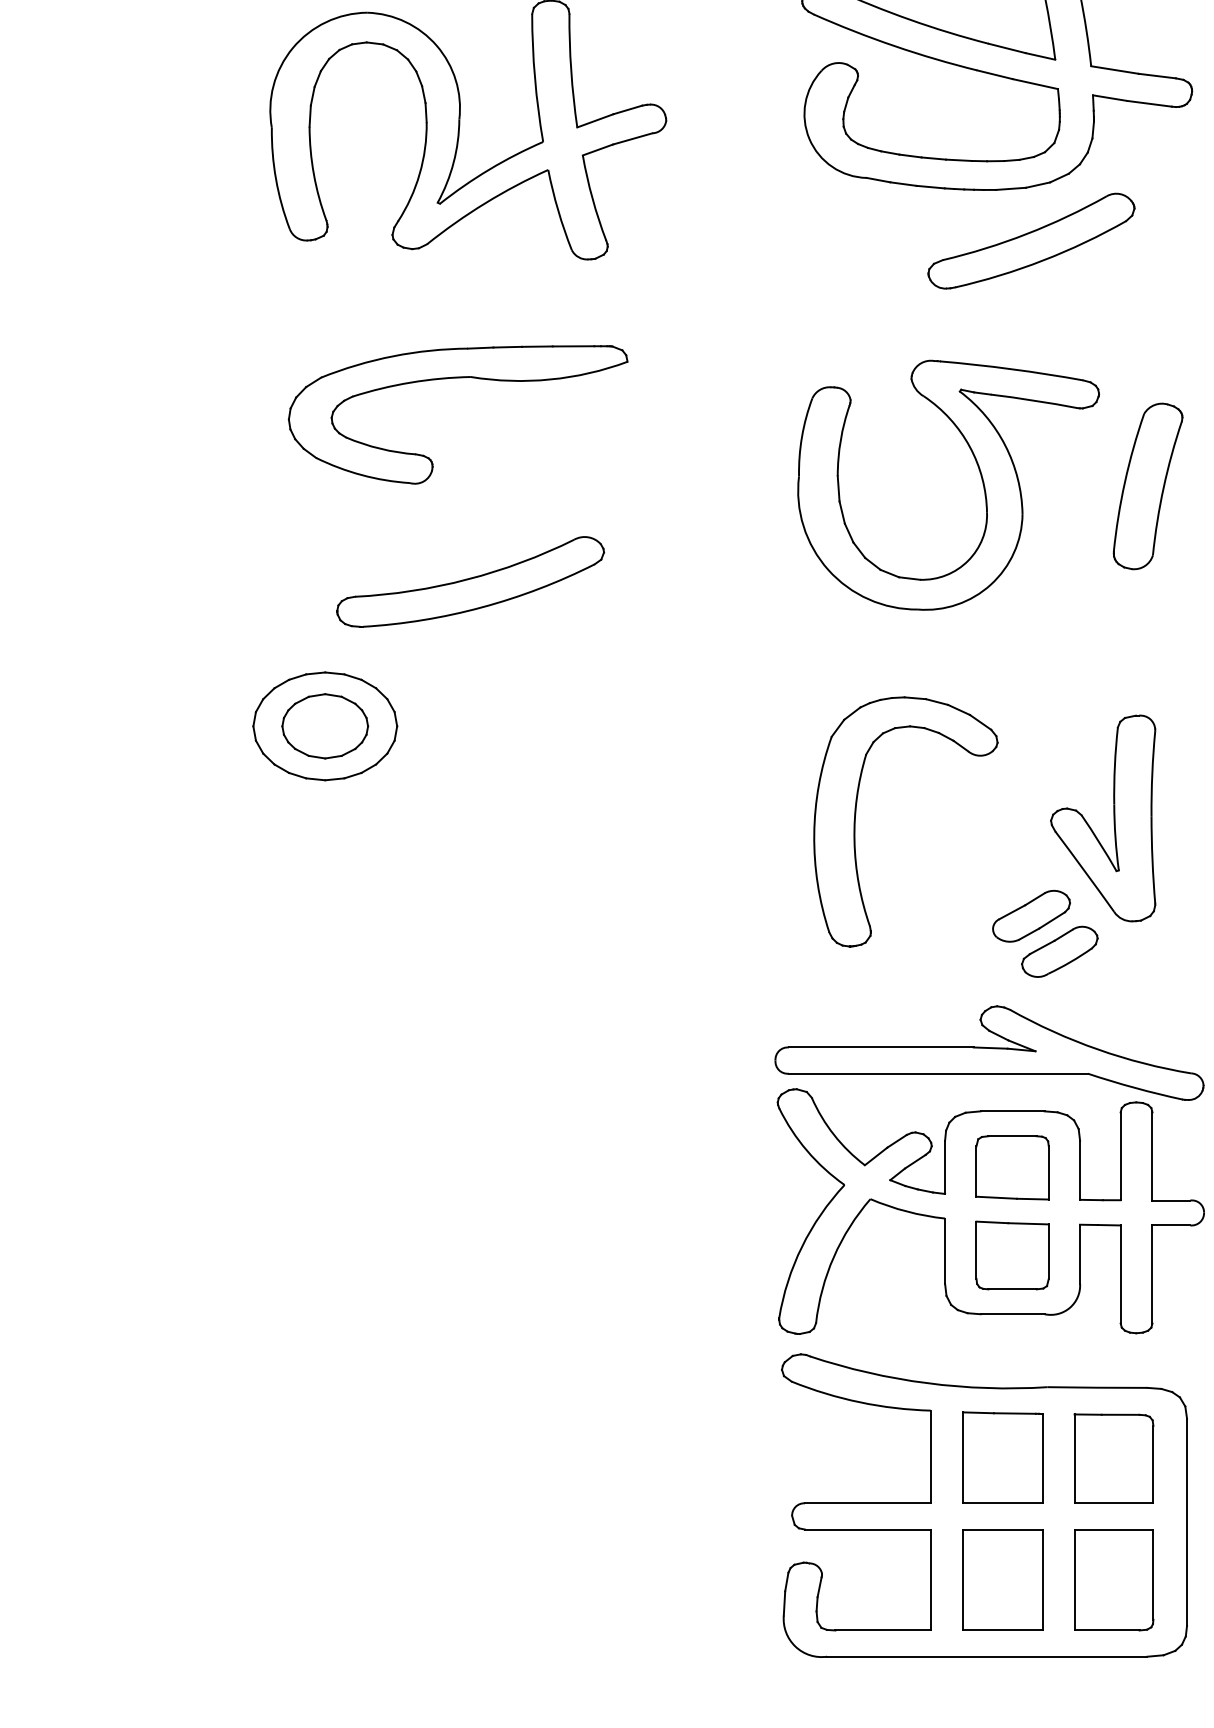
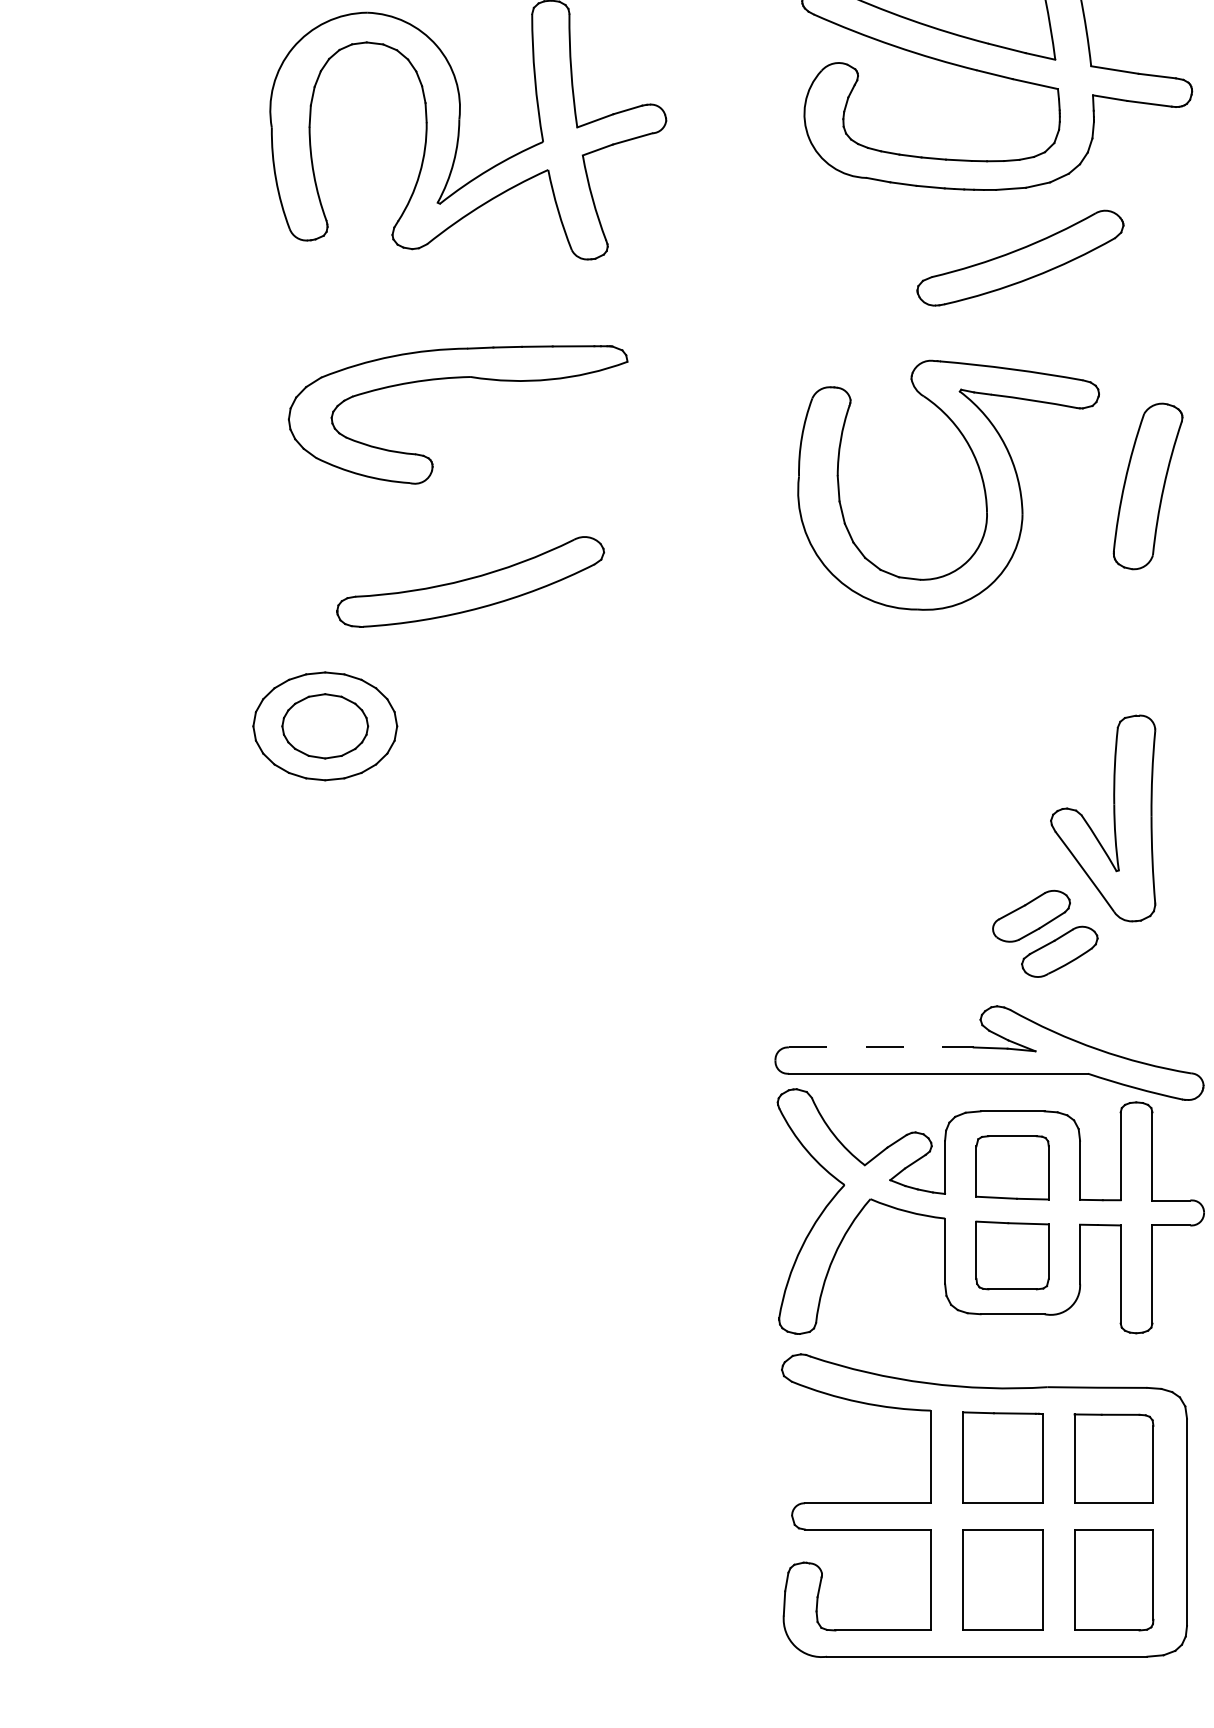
part at (1031, 240) position: (1031, 240) -> (1020, 257)
part at (856, 814): present -> none
line at (881, 1047): solid -> dashed
